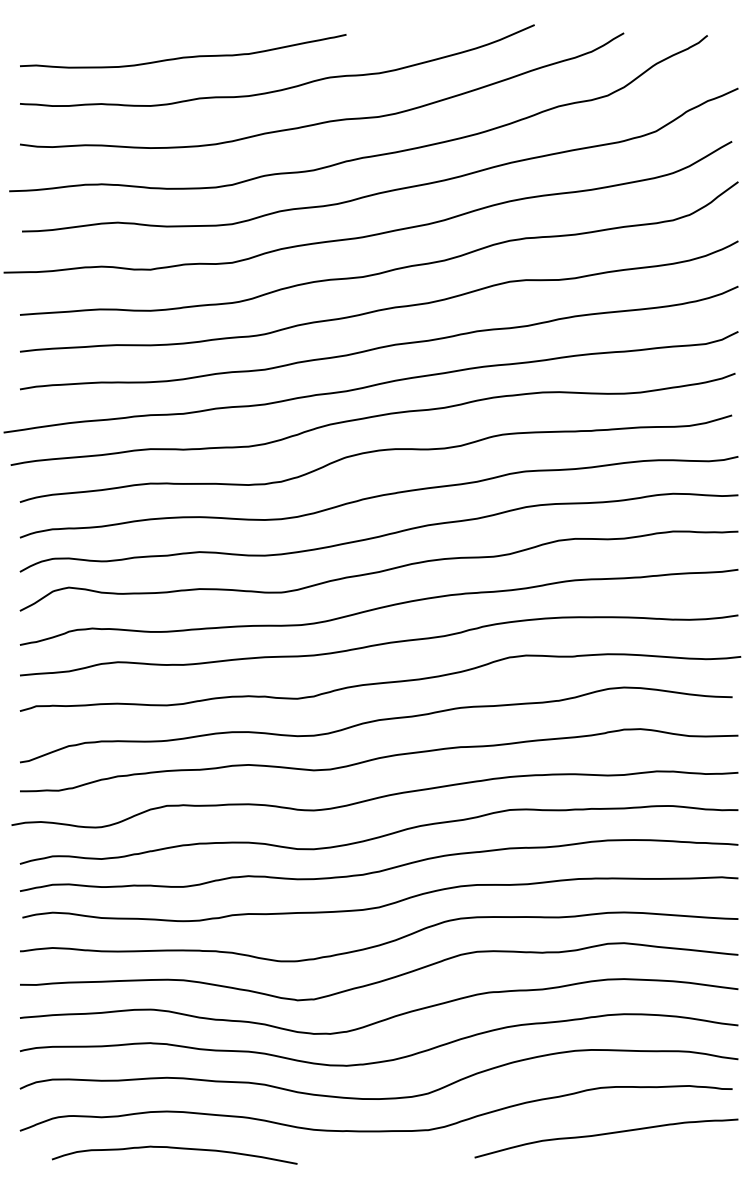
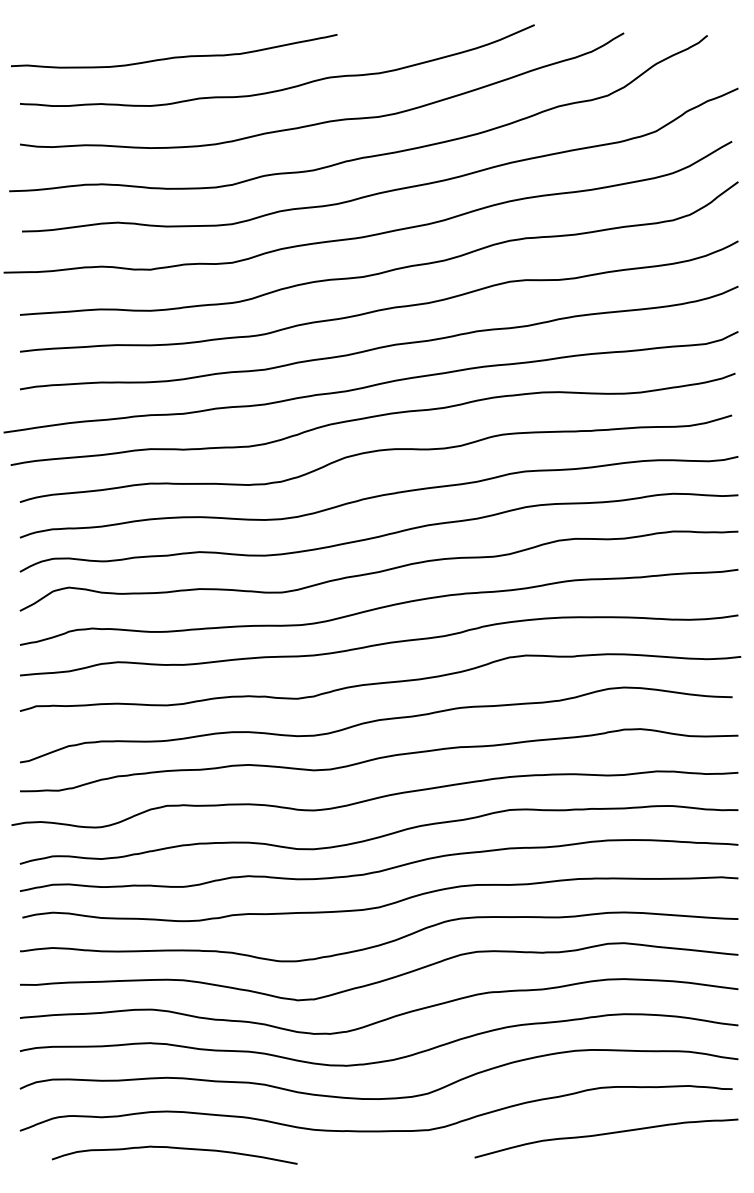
curve at (183, 56) position: (183, 56) -> (174, 56)
